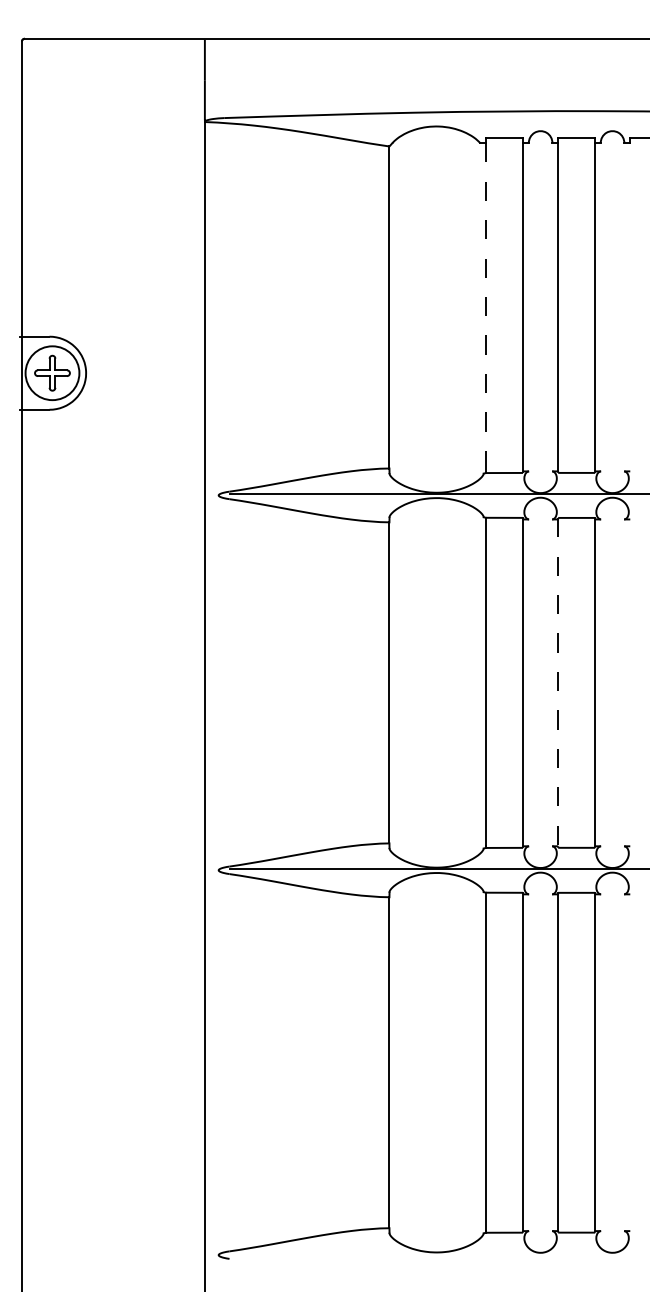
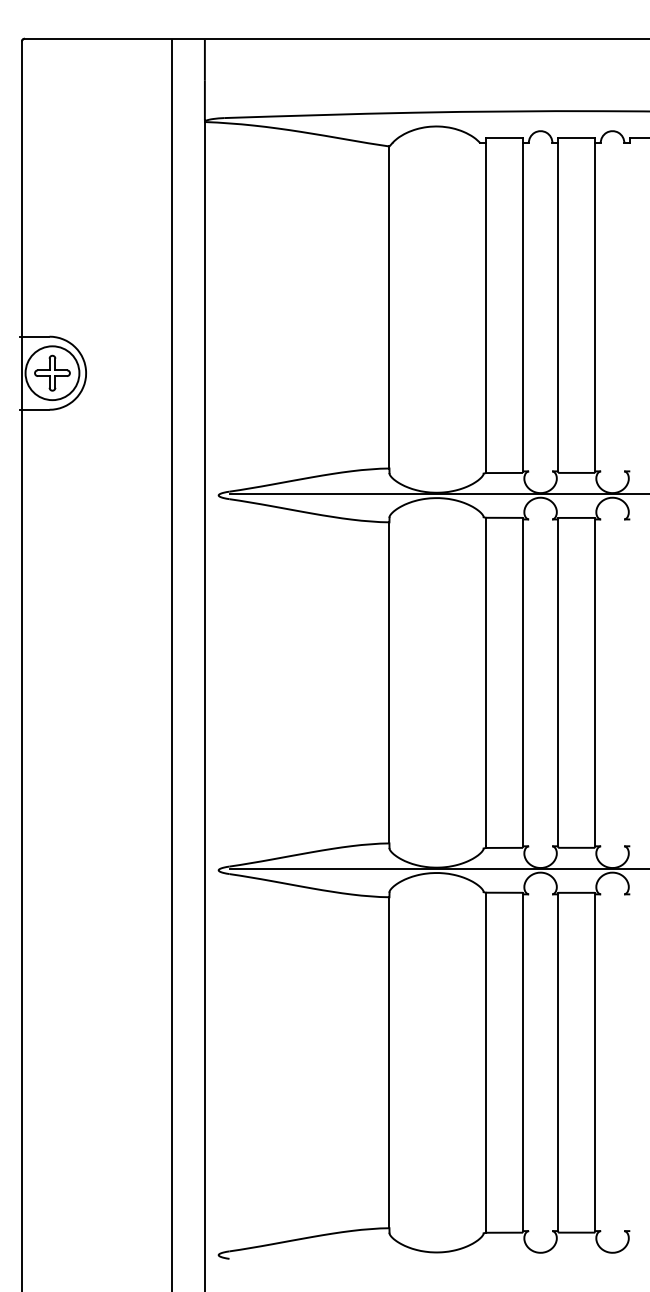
line at (486, 307): dashed -> solid
line at (171, 663): none -> present
line at (558, 682): dashed -> solid
